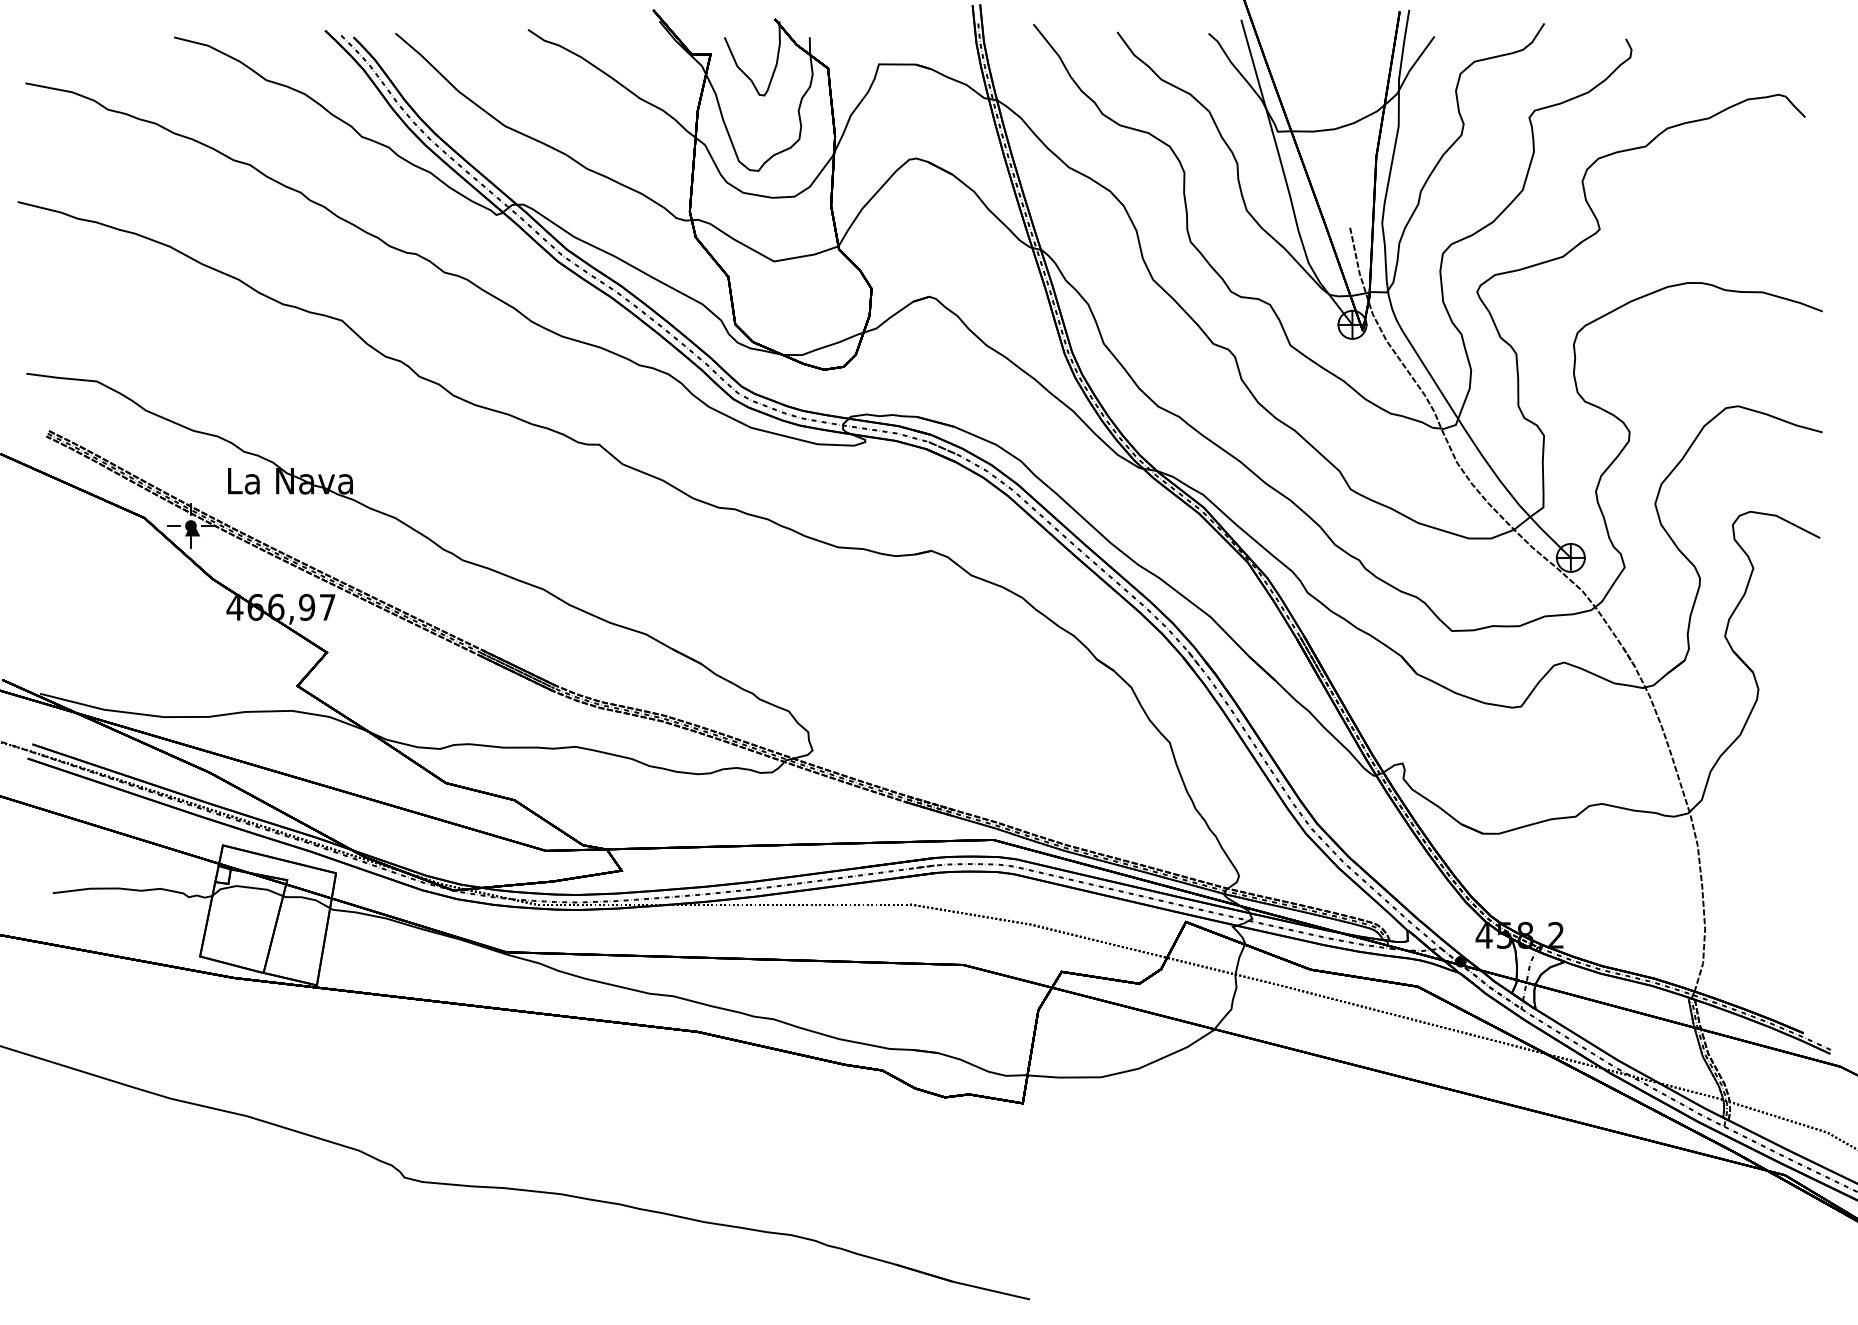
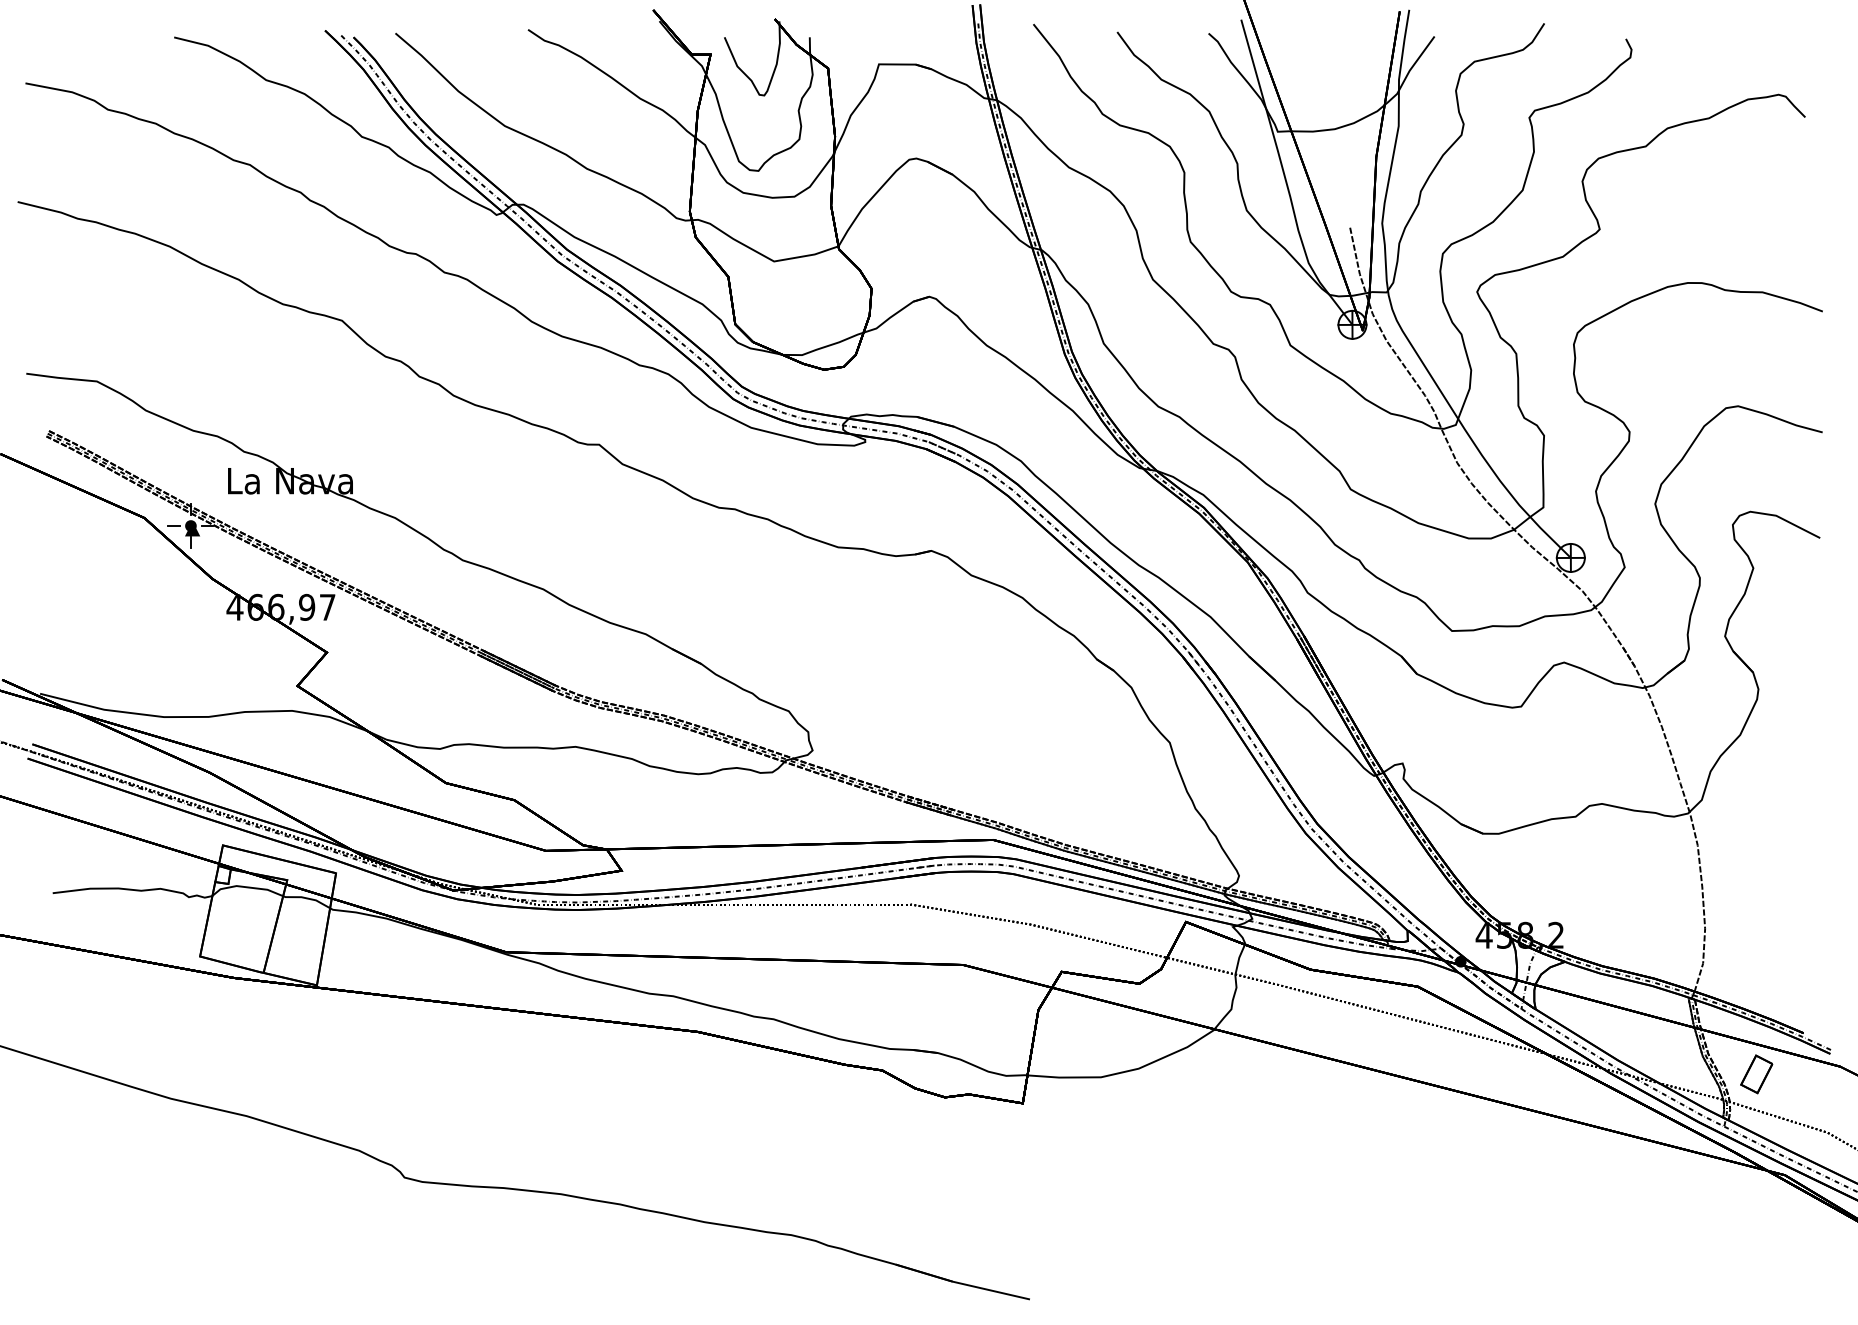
part at (1756, 1074): none -> present
